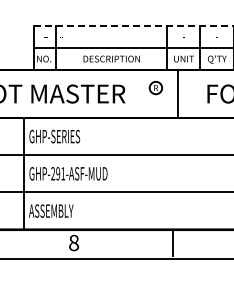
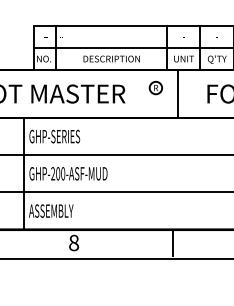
line at (134, 25): dashed -> solid
text at (60, 173): GHP-291-ASF-MUD -> GHP-200-ASF-MUD
